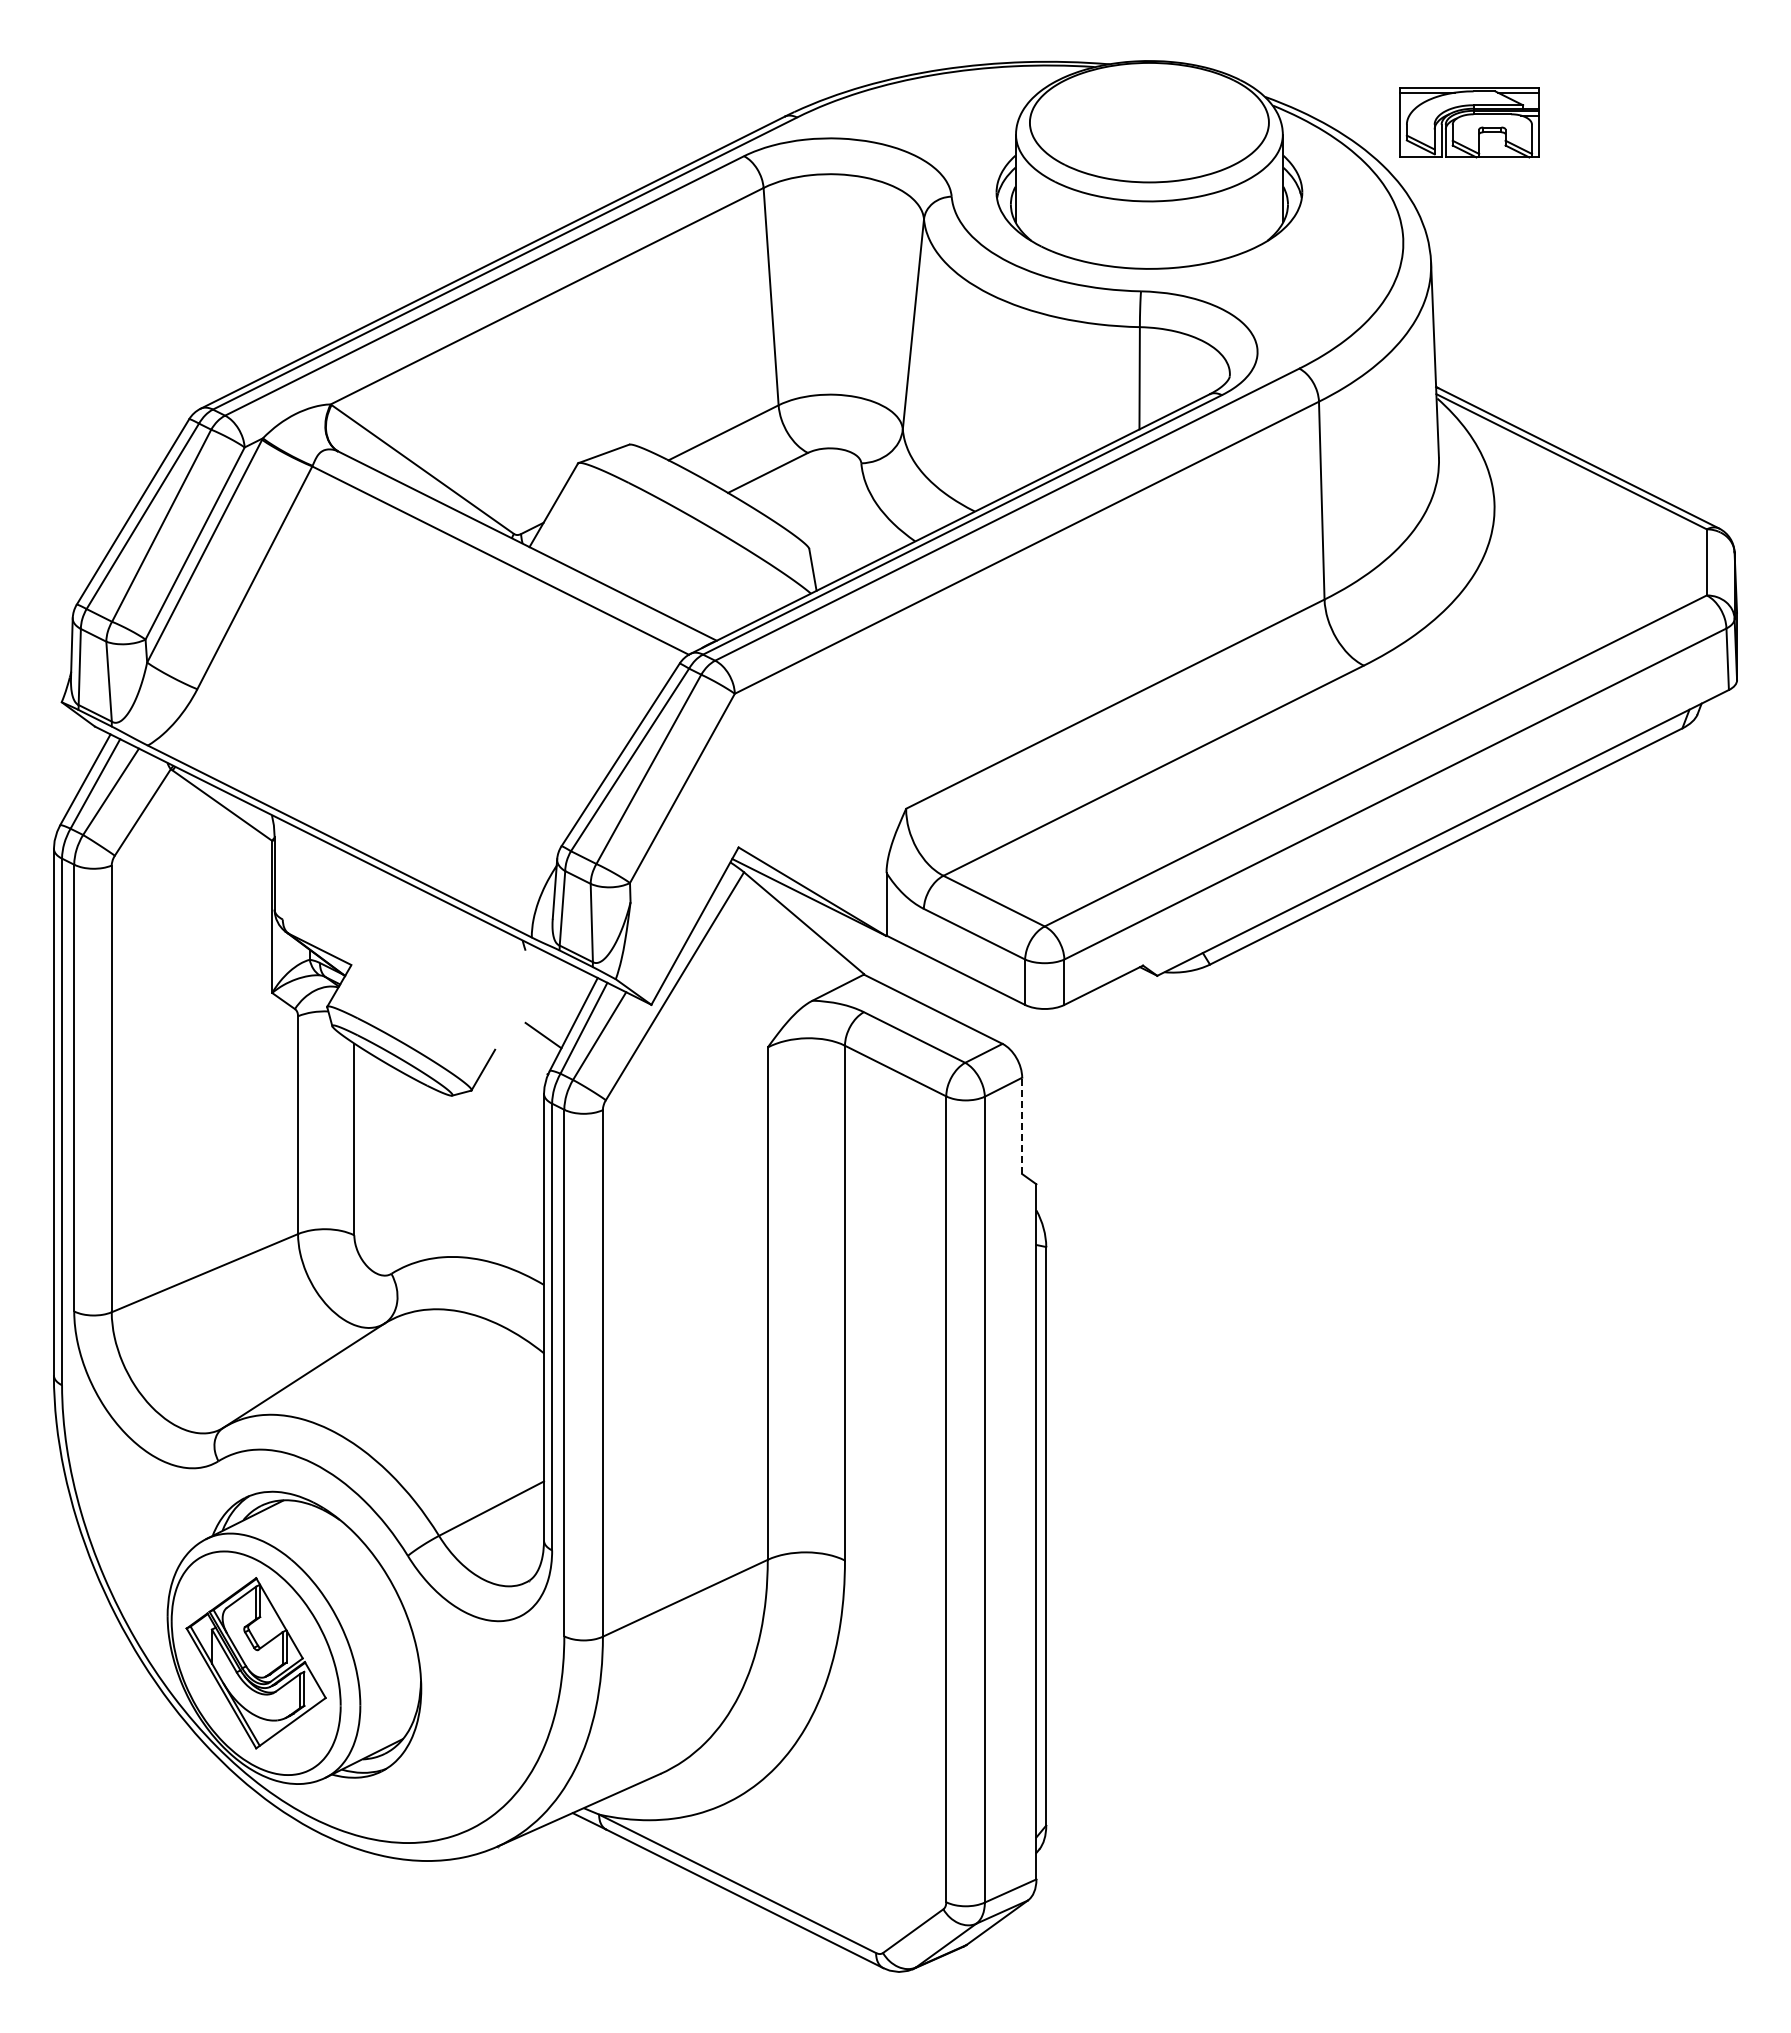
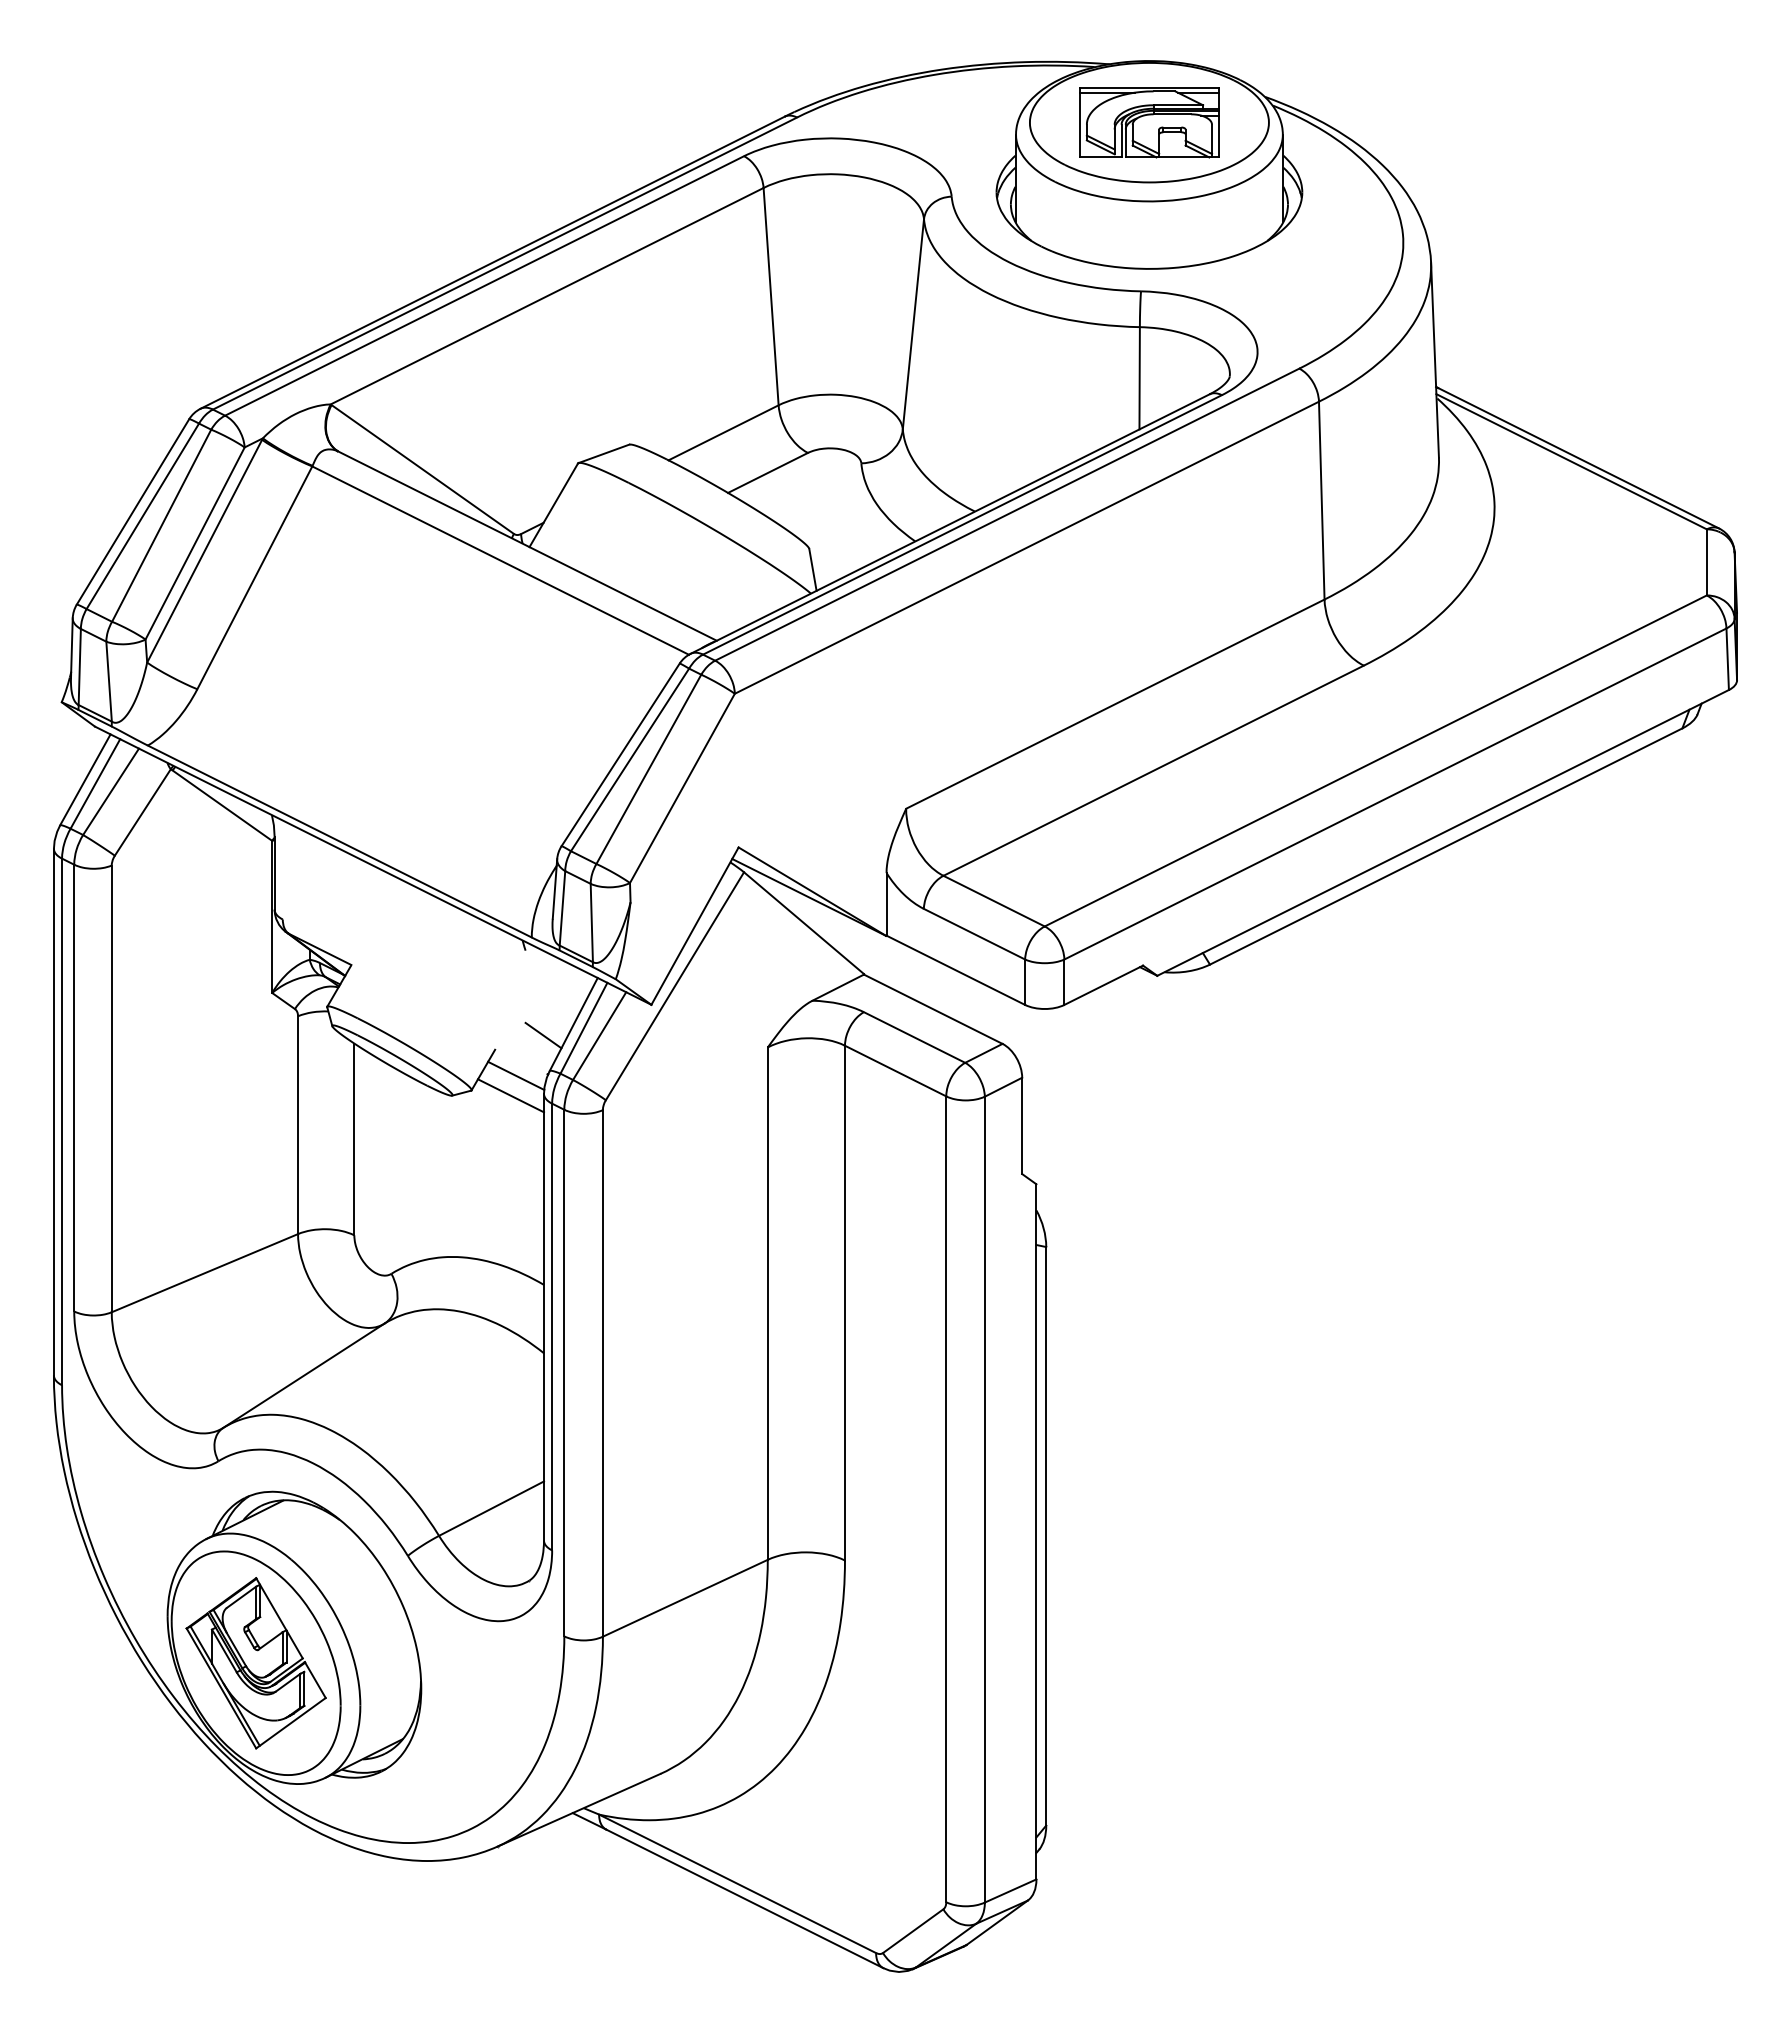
part at (1469, 122) position: (1469, 122) -> (1149, 122)
line at (516, 1075): none -> present
line at (511, 1095): none -> present
line at (1022, 1125): dashed -> solid
